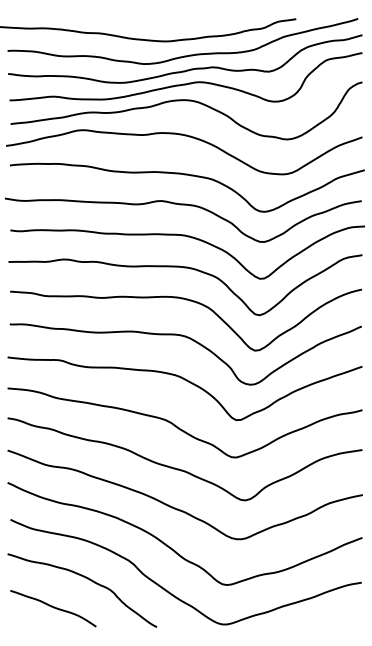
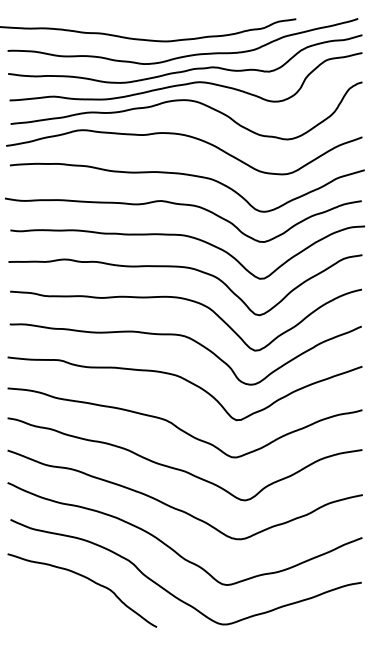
curve at (53, 608): present -> none
